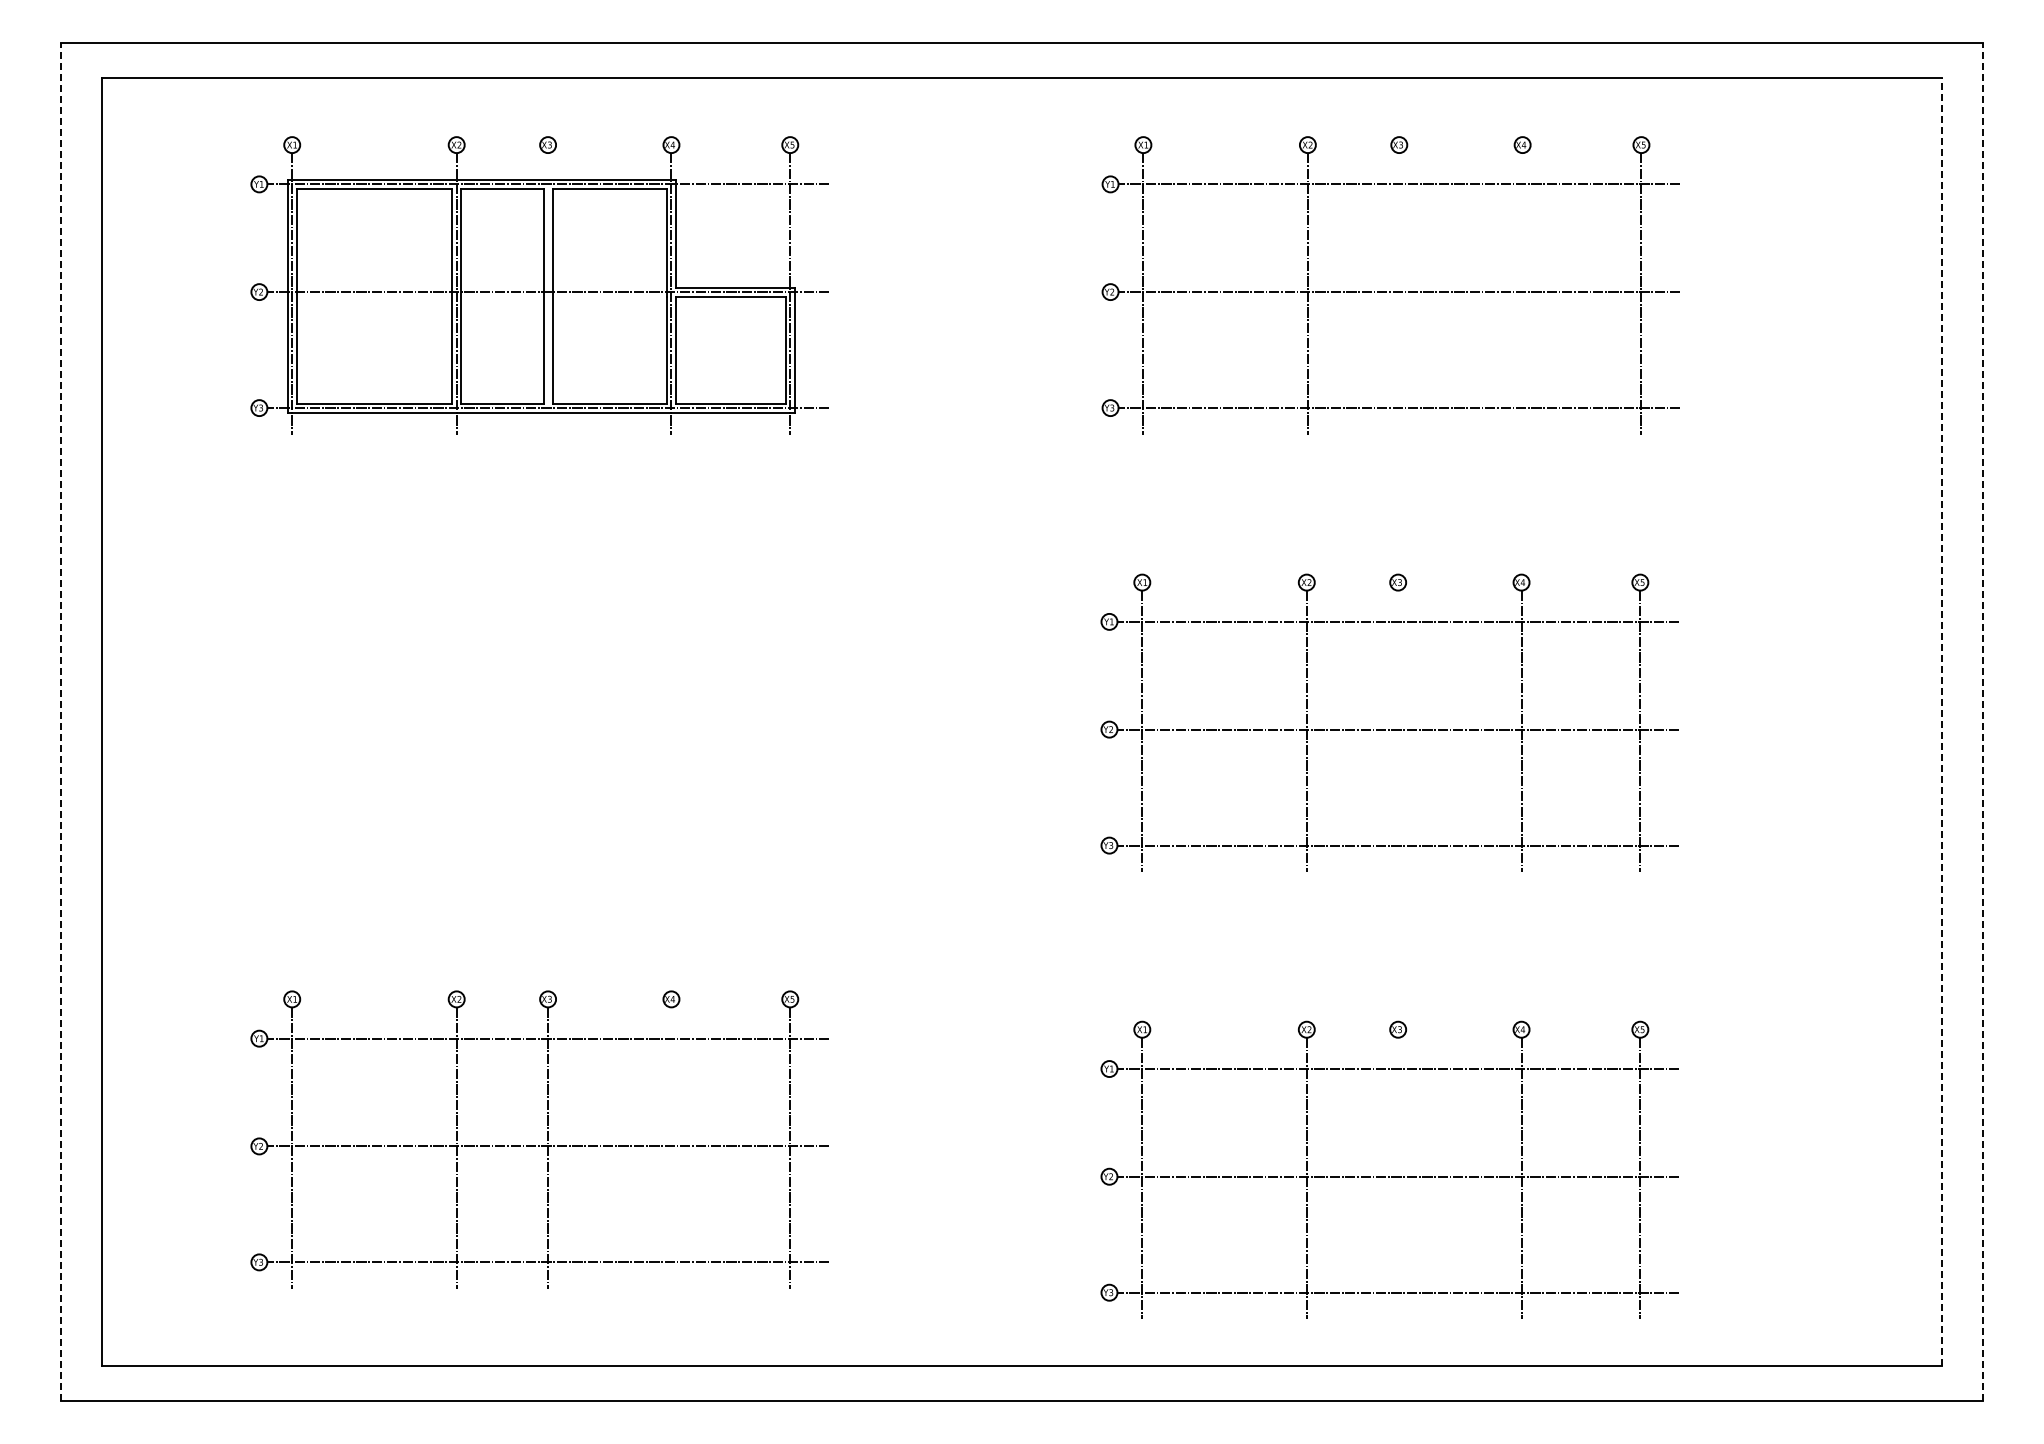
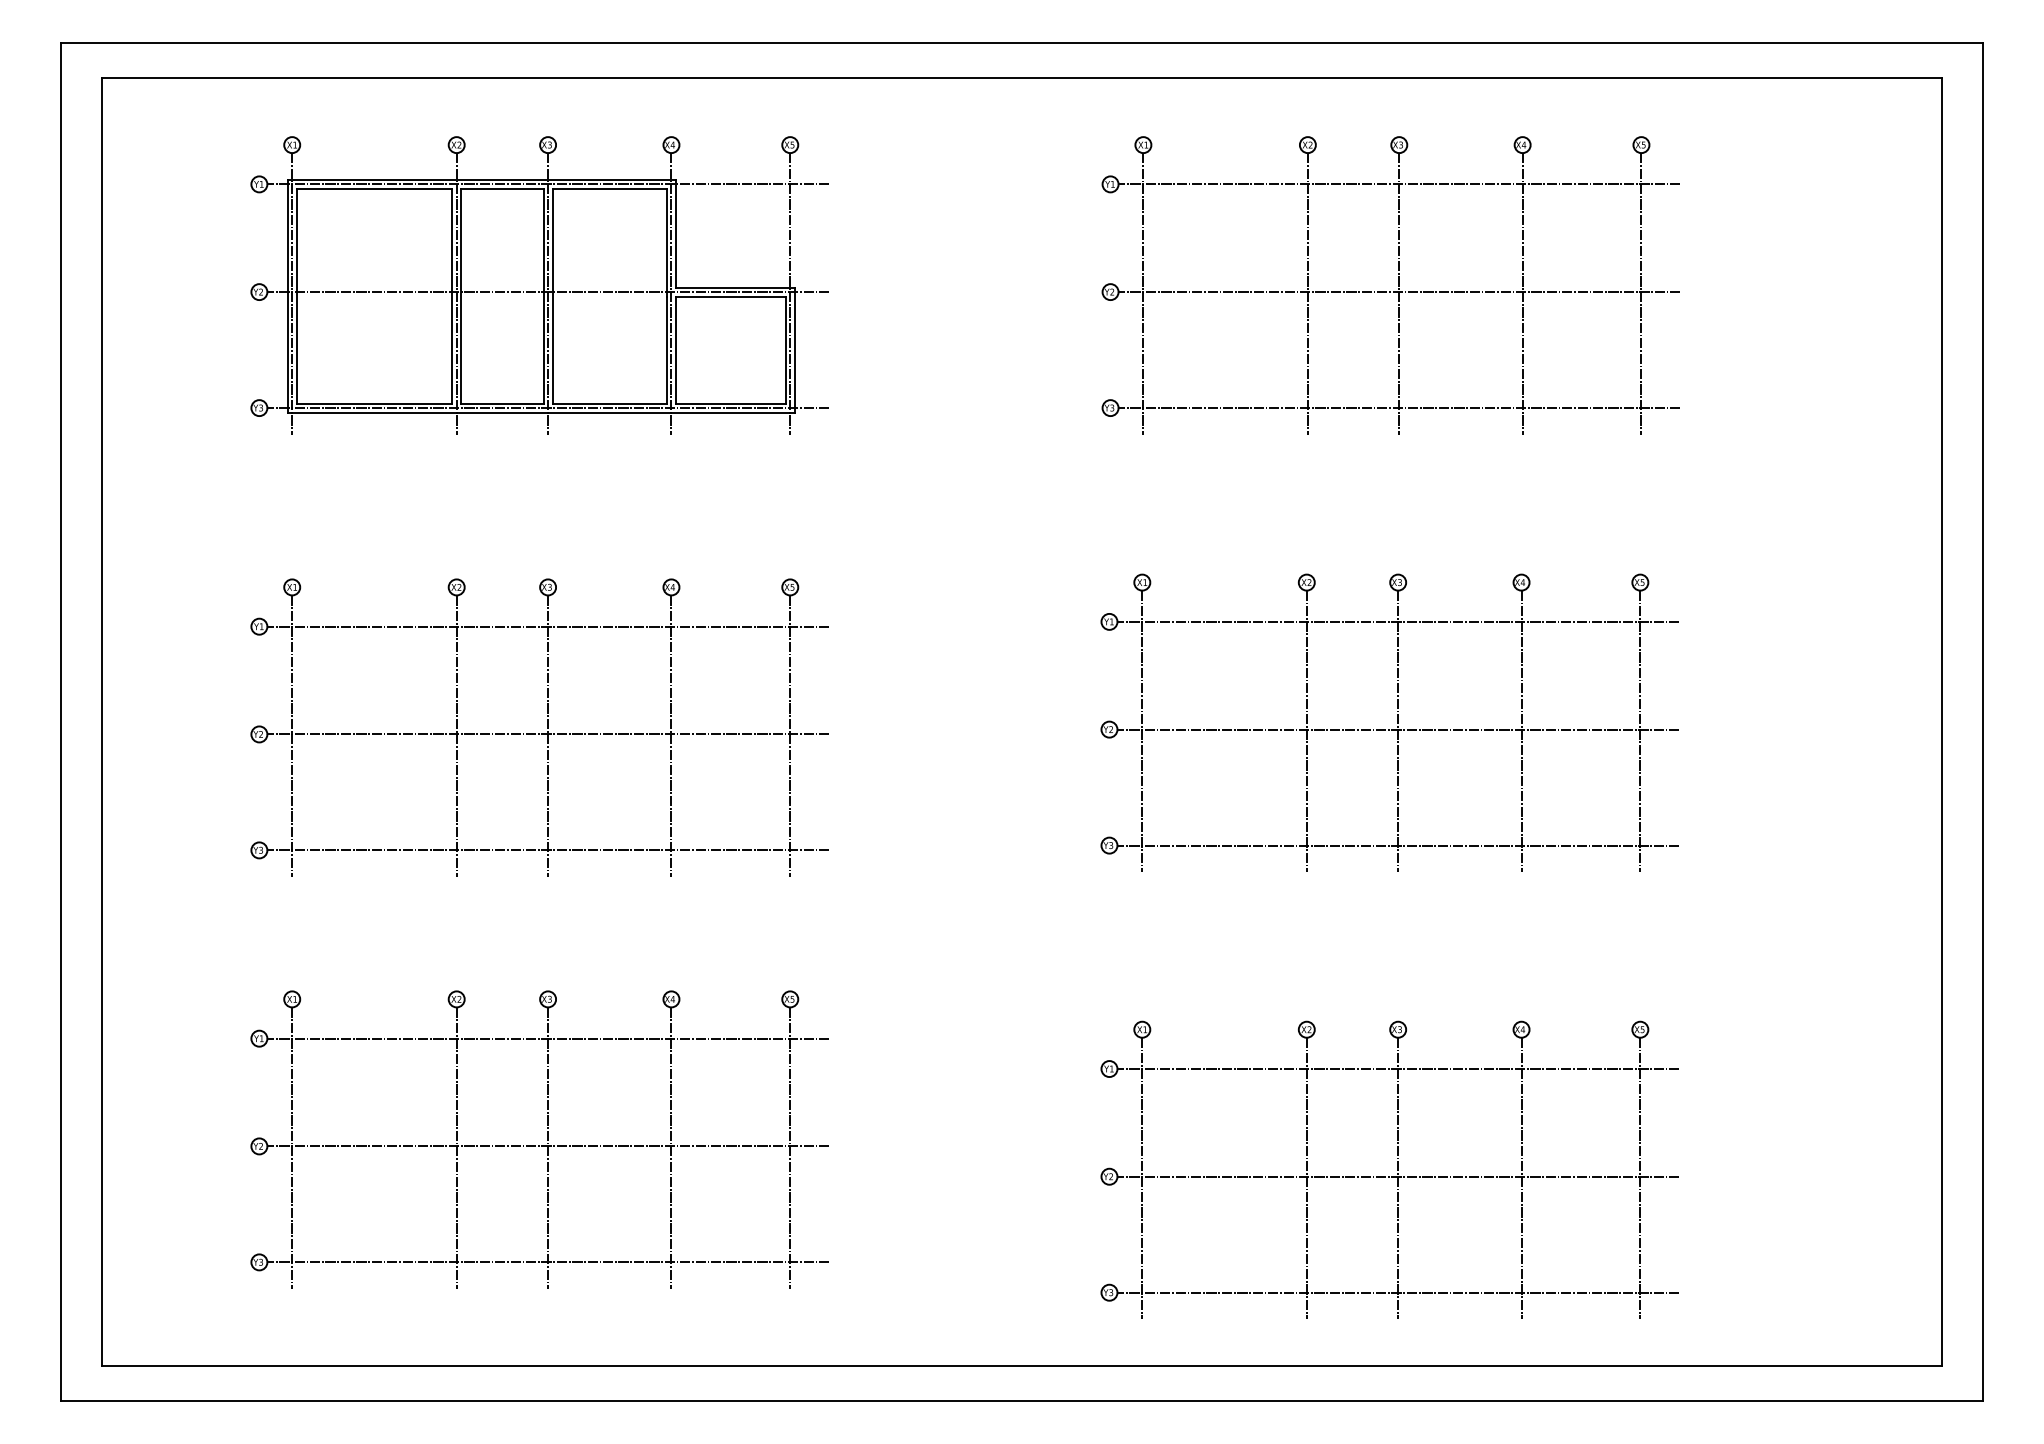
line at (548, 293): none -> present
line at (1399, 293): none -> present
line at (1522, 293): none -> present
line at (61, 721): dashed -> solid
line at (1941, 721): dashed -> solid
line at (1982, 721): dashed -> solid
part at (539, 727): none -> present
line at (1398, 731): none -> present
line at (671, 1147): none -> present
line at (1398, 1178): none -> present
